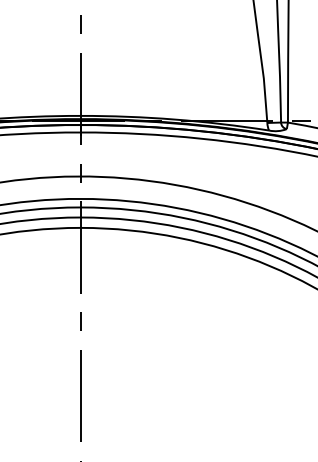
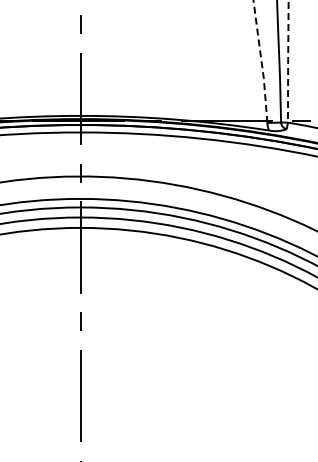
line at (288, 60): solid -> dashed
line at (261, 61): solid -> dashed
